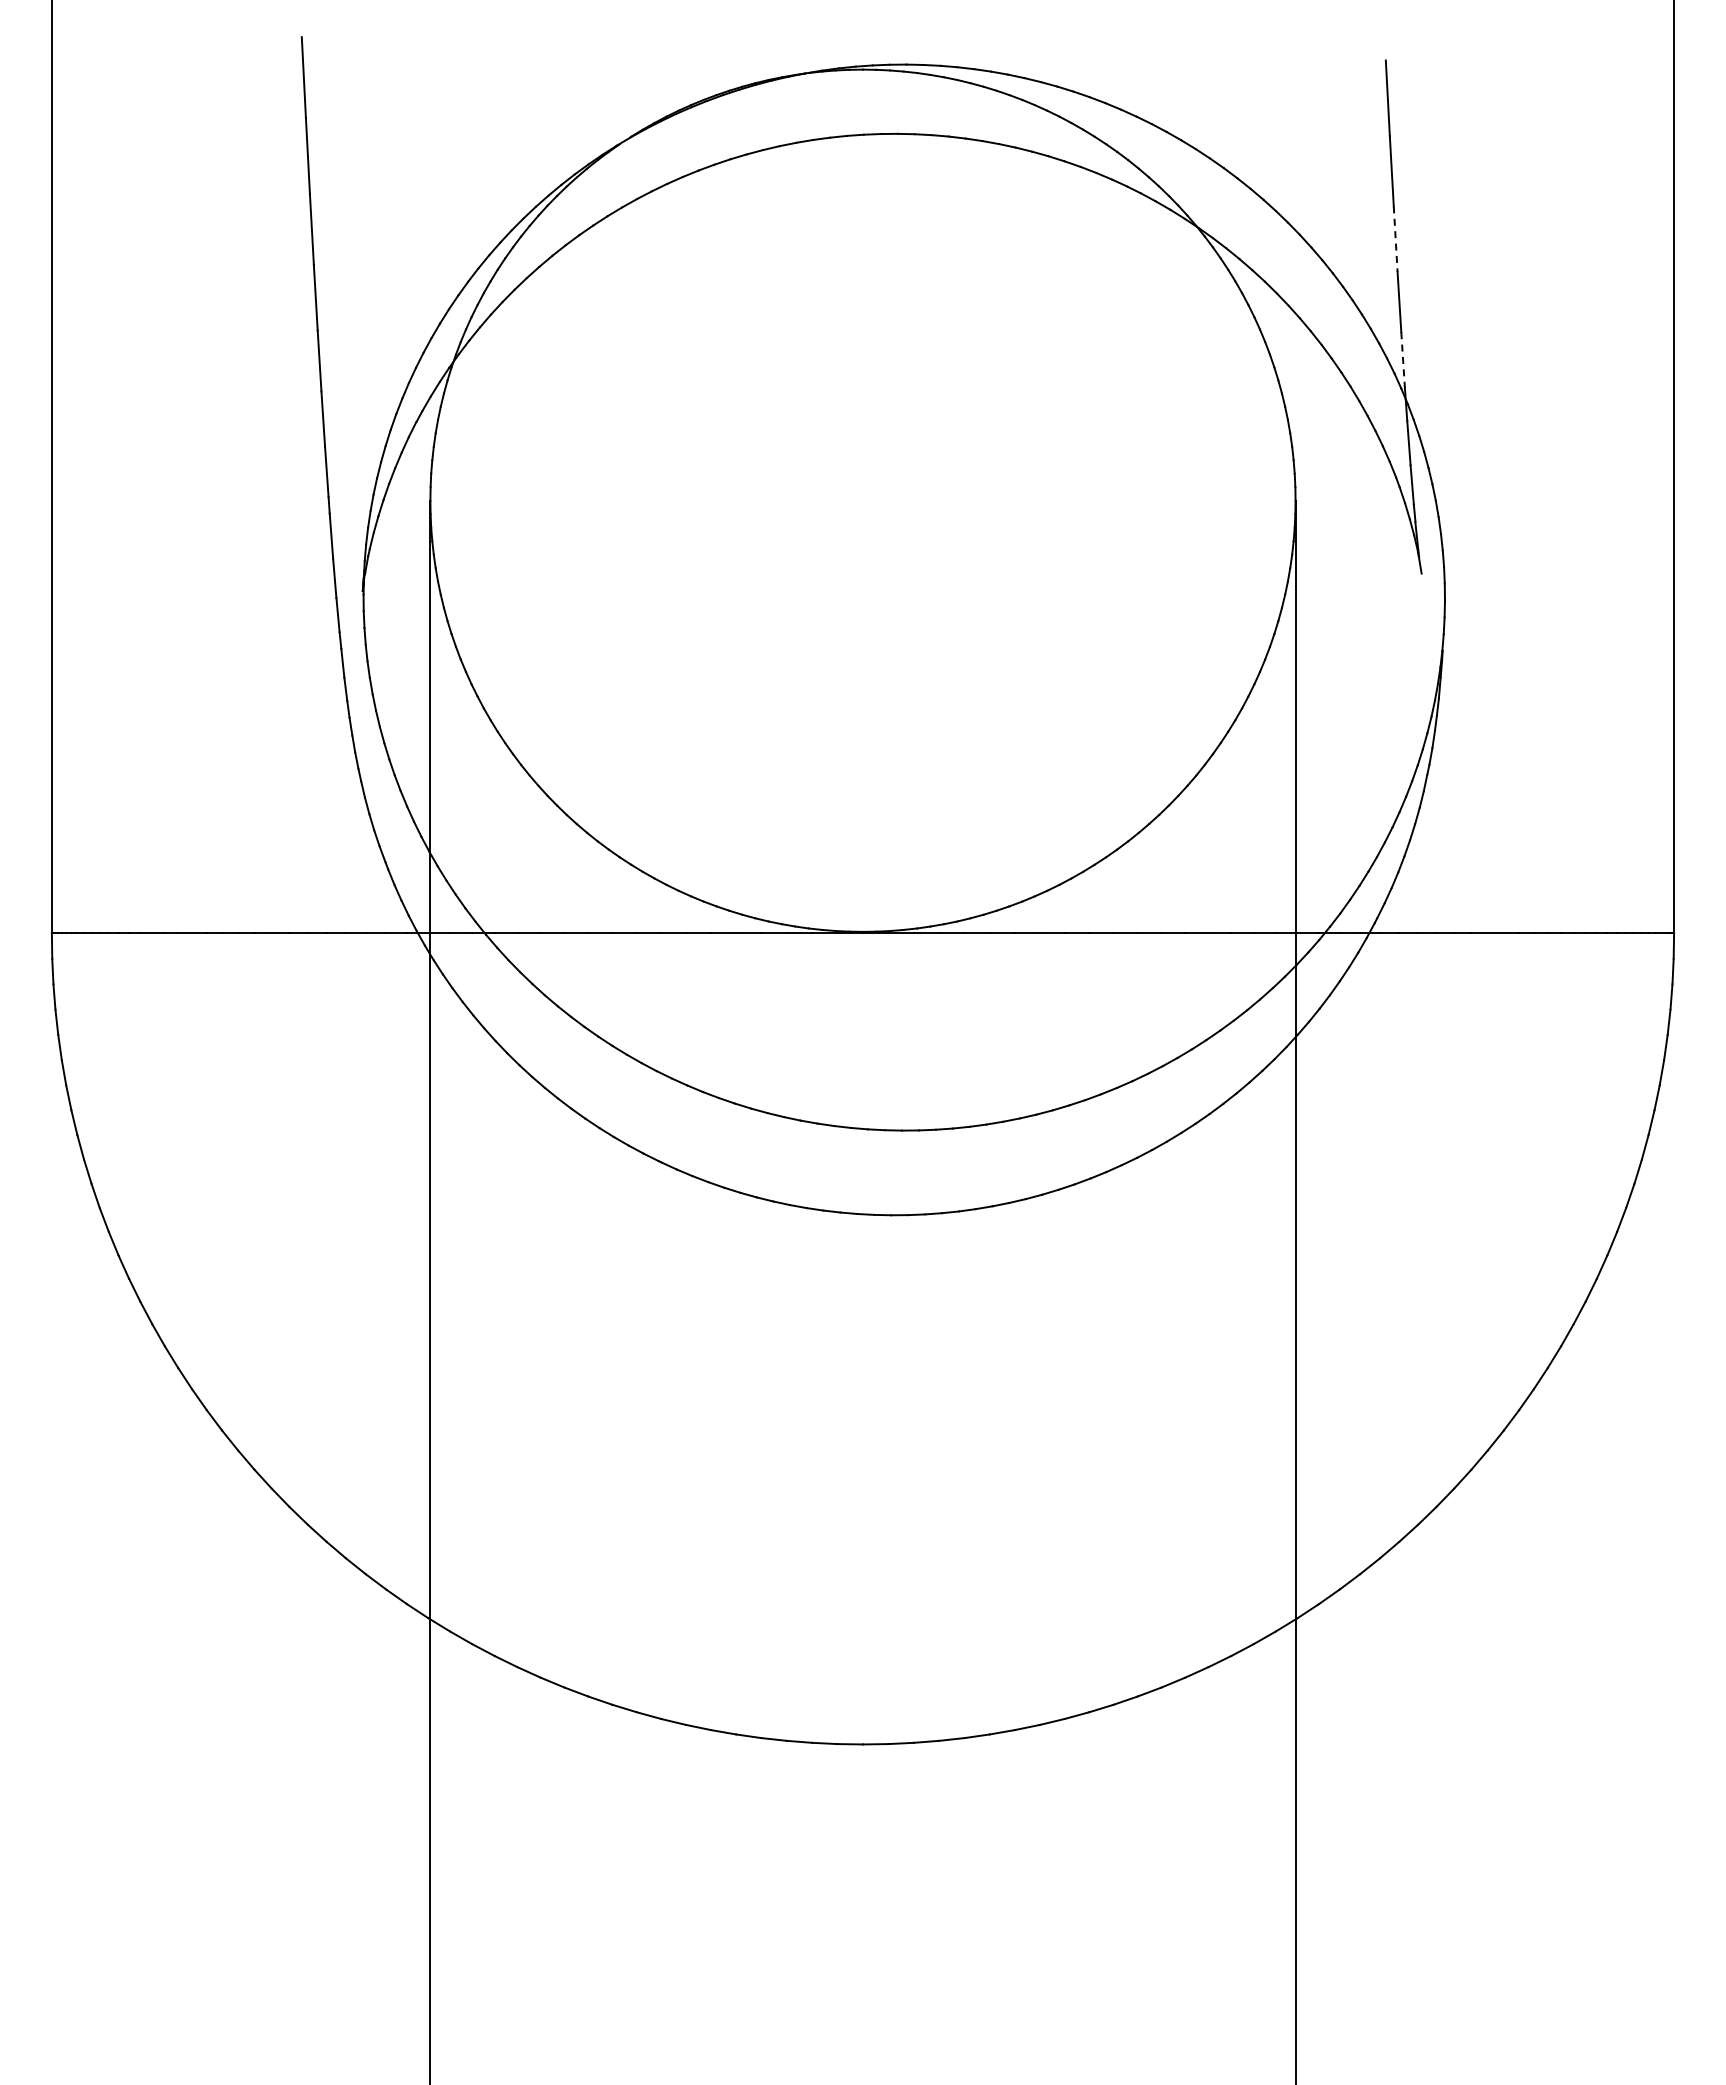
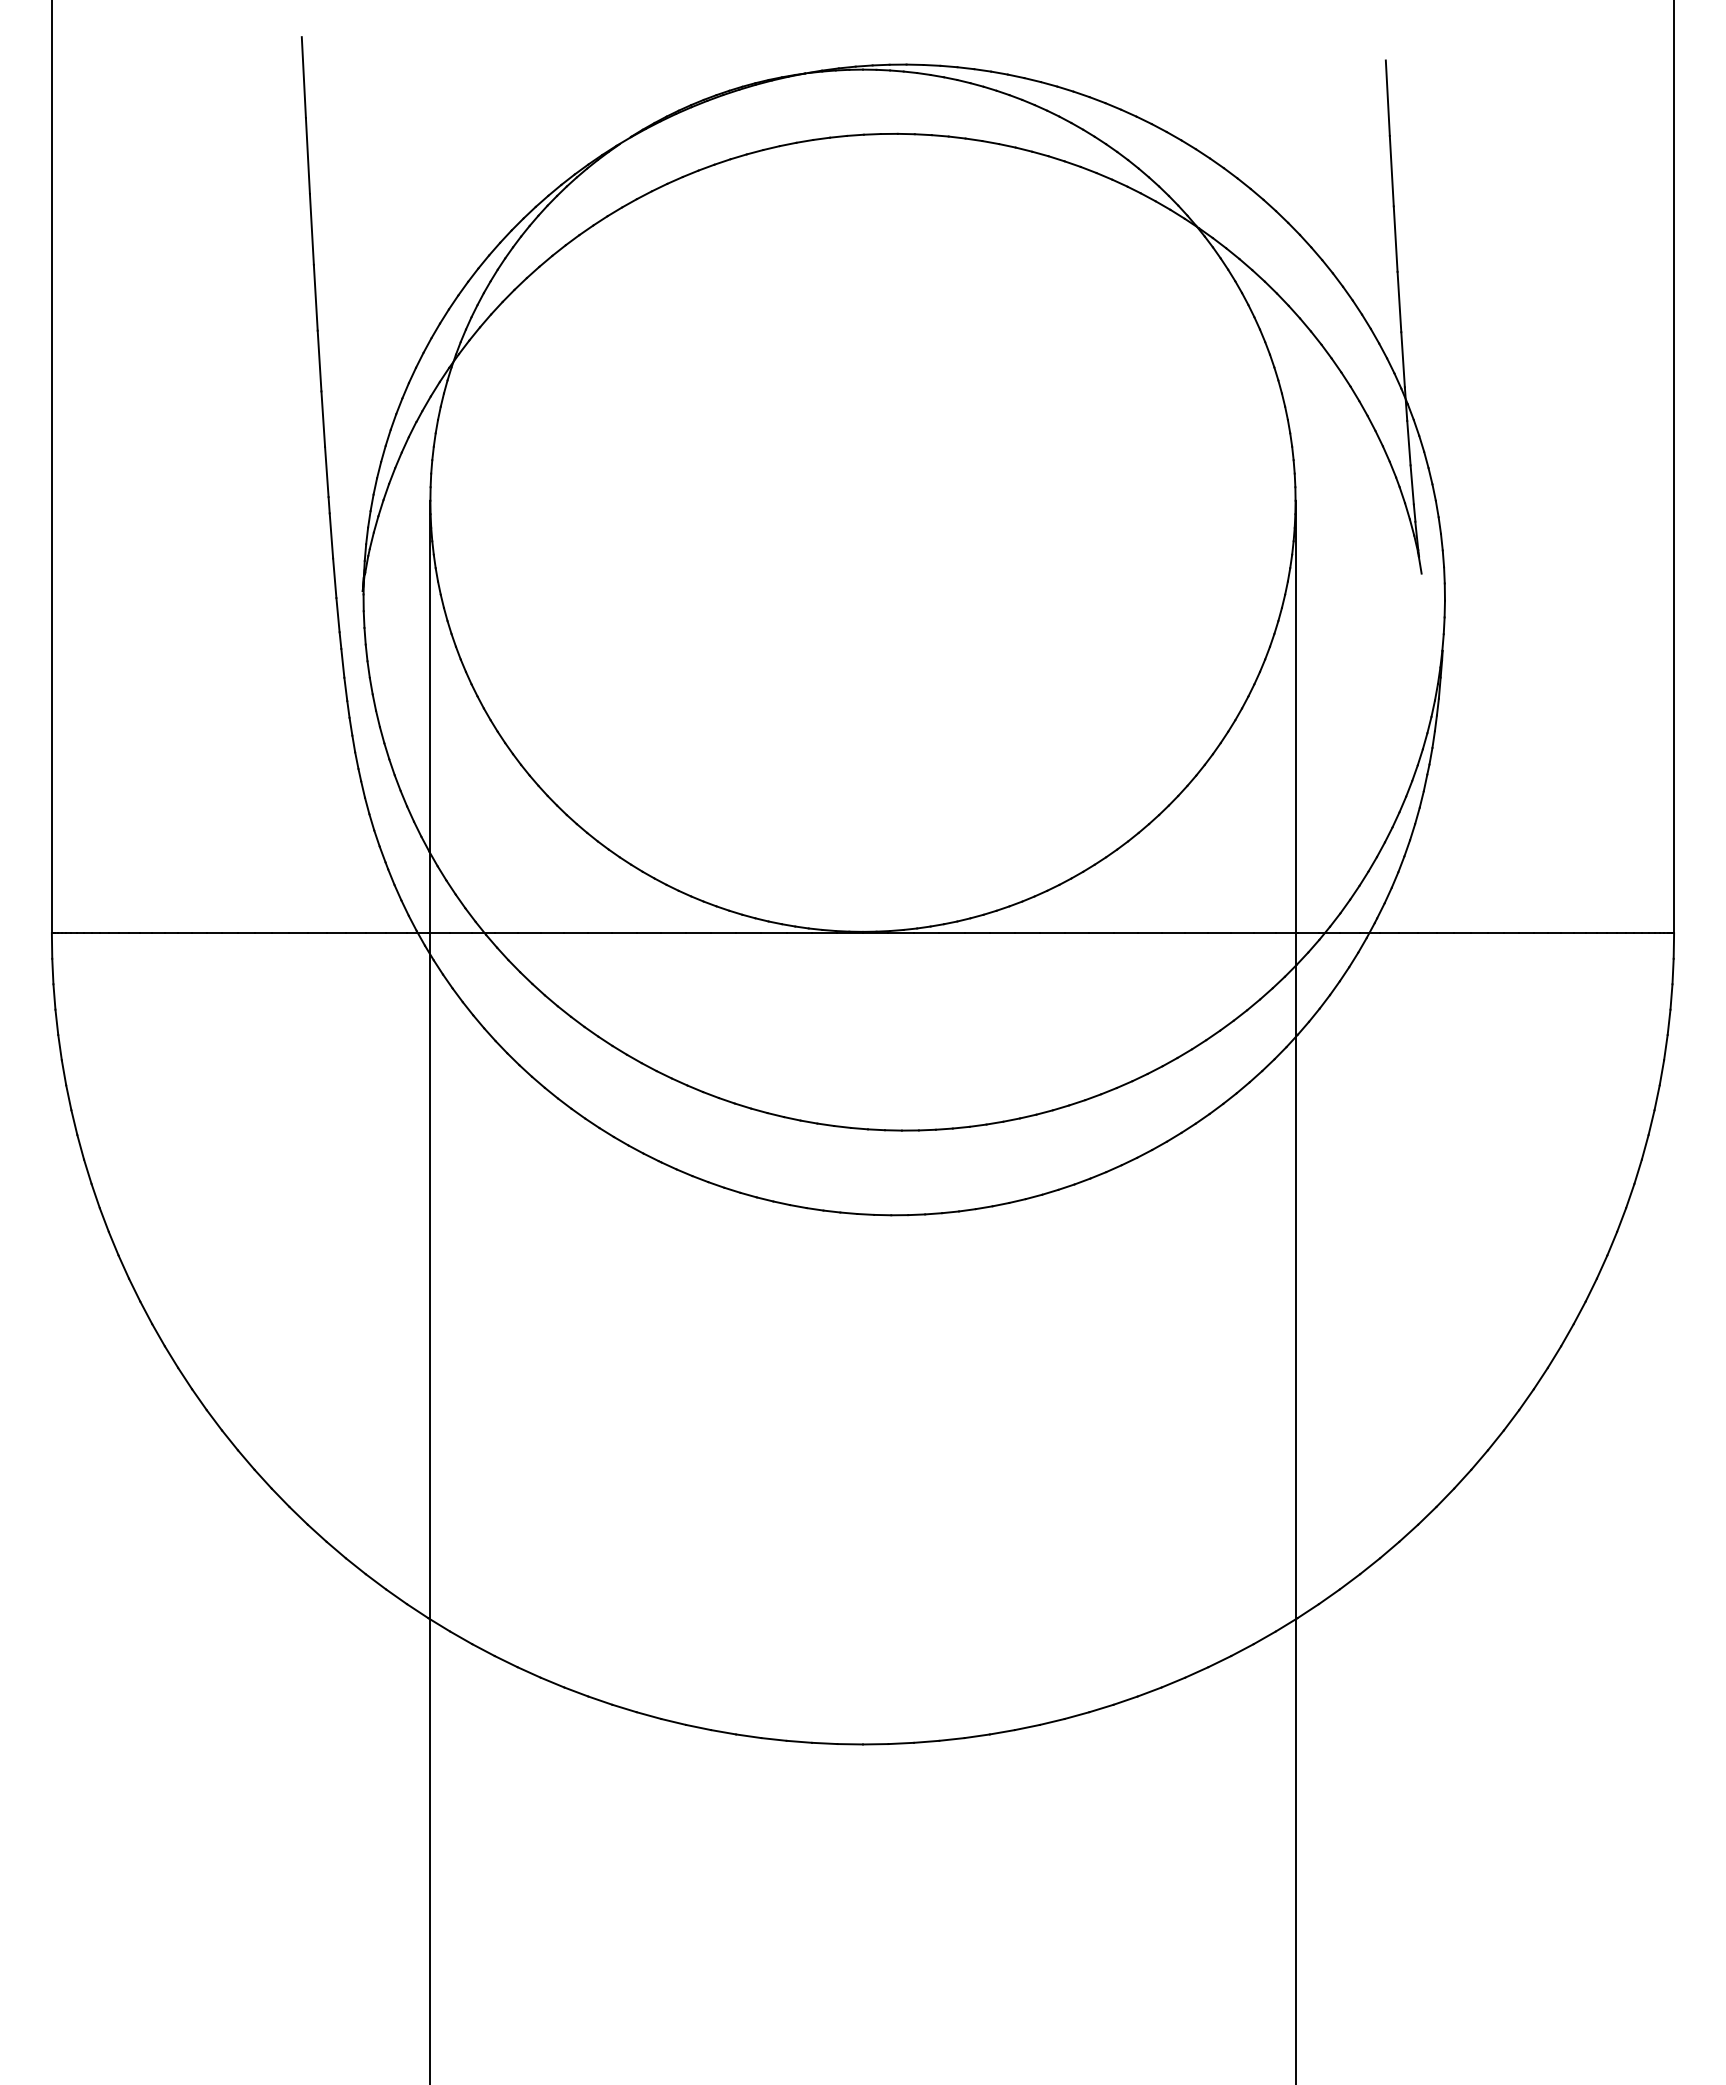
line at (1395, 239): dashed -> solid
line at (1403, 359): dashed -> solid
